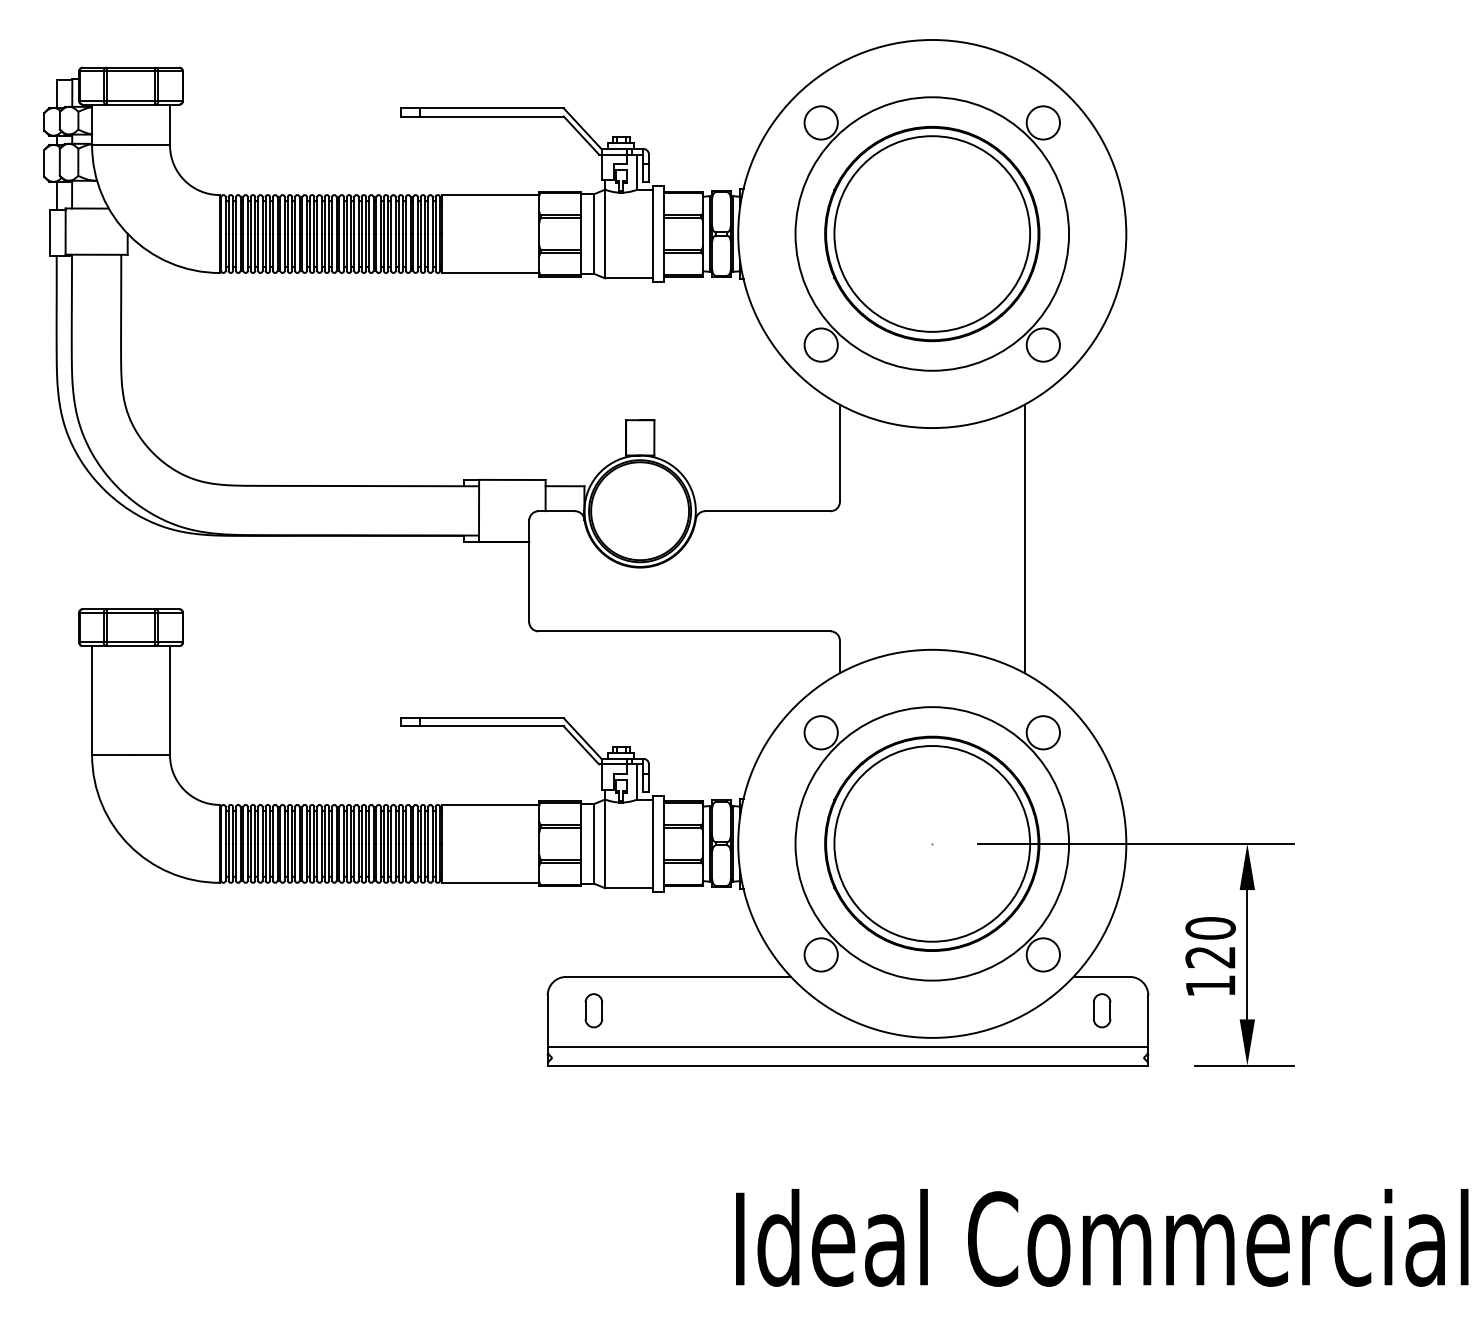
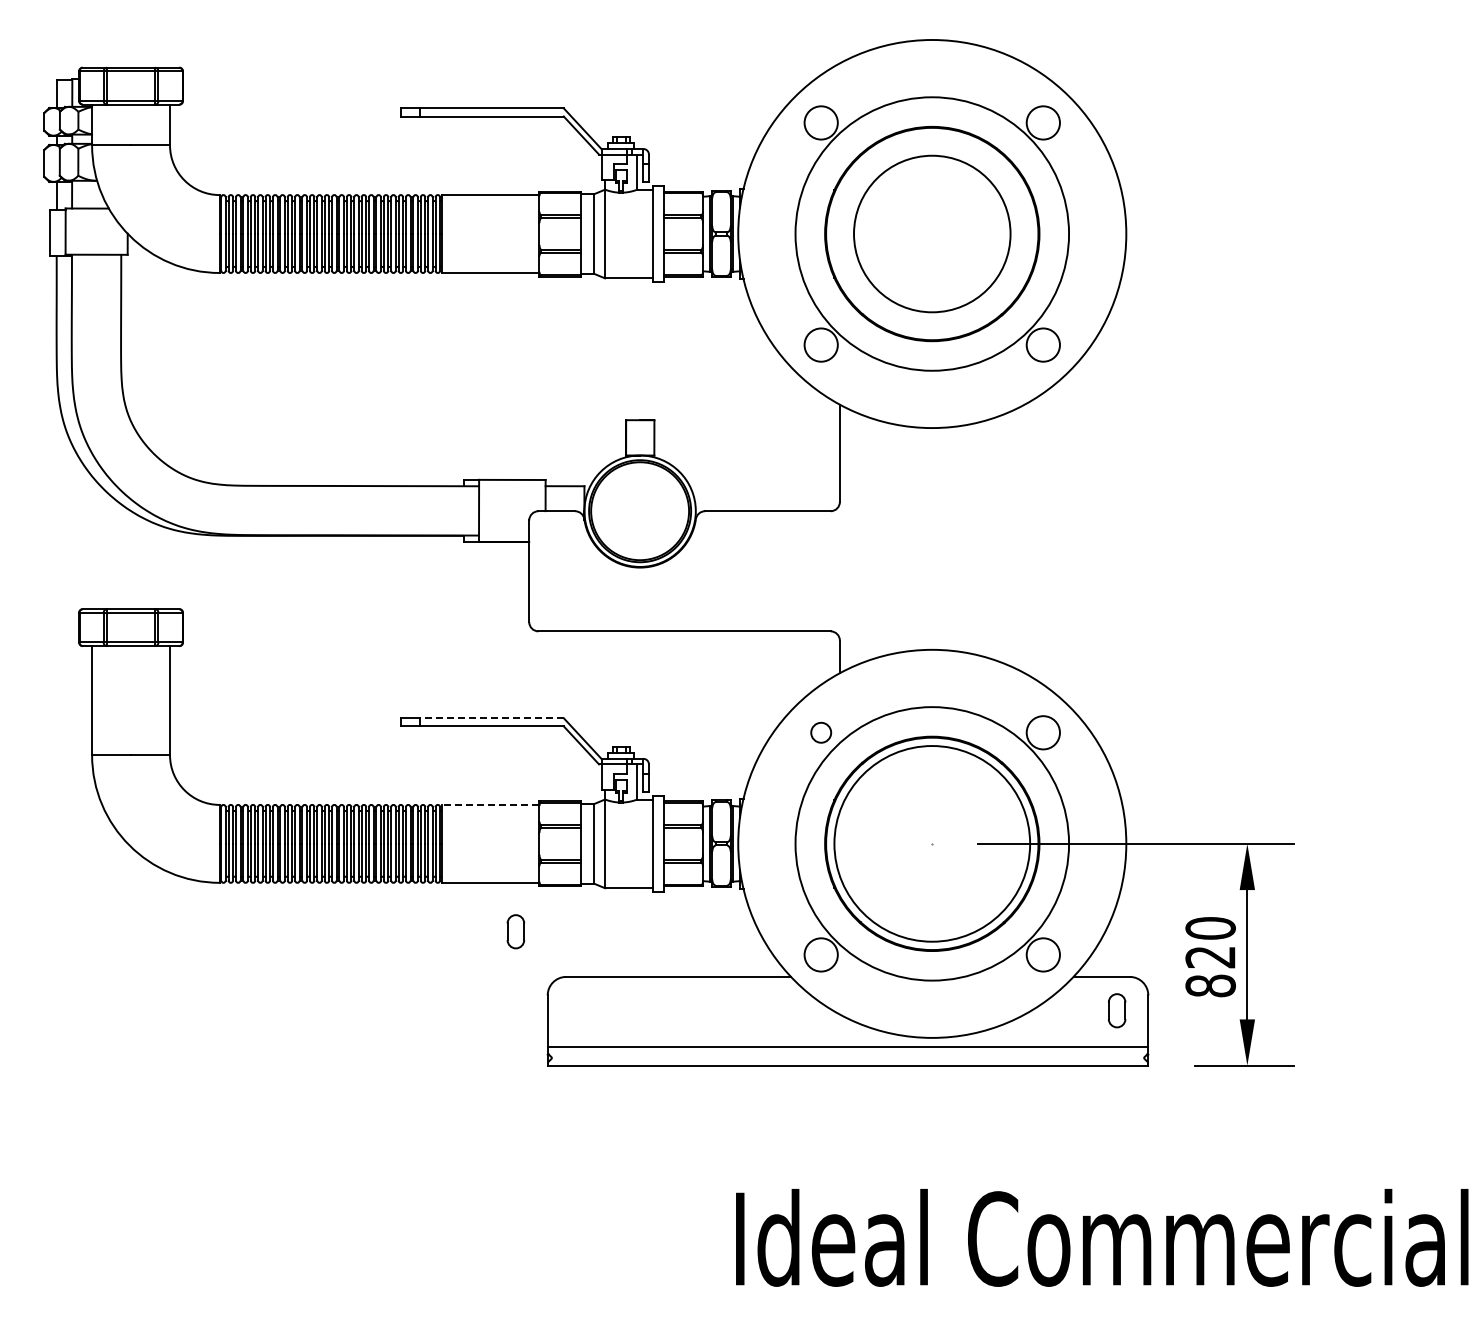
circle at (932, 233) diameter: 196 px -> 157 px
line at (1024, 538): present -> none
line at (491, 718): solid -> dashed
circle at (820, 732) diameter: 33 px -> 20 px
line at (490, 804): solid -> dashed
text at (1210, 985): 120 -> 820
part at (593, 1010) position: (593, 1010) -> (515, 931)
part at (1102, 1010) position: (1102, 1010) -> (1117, 1010)
